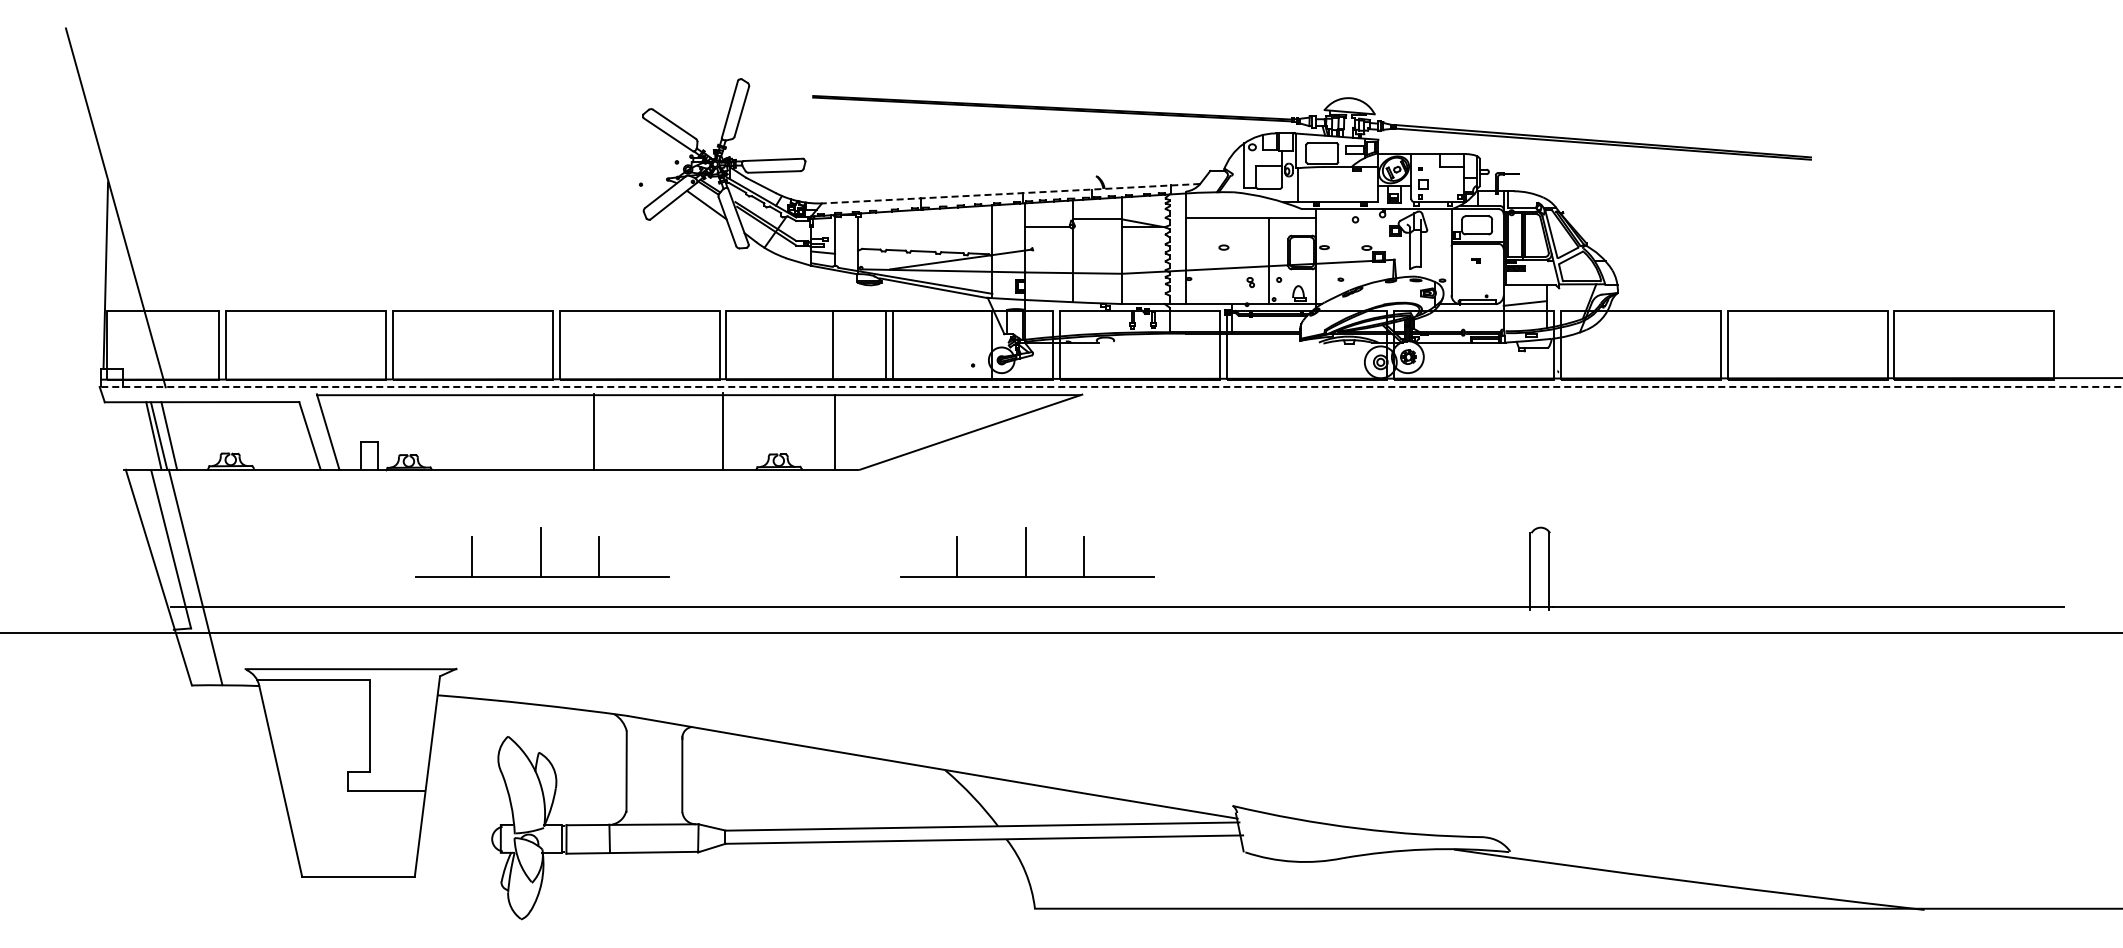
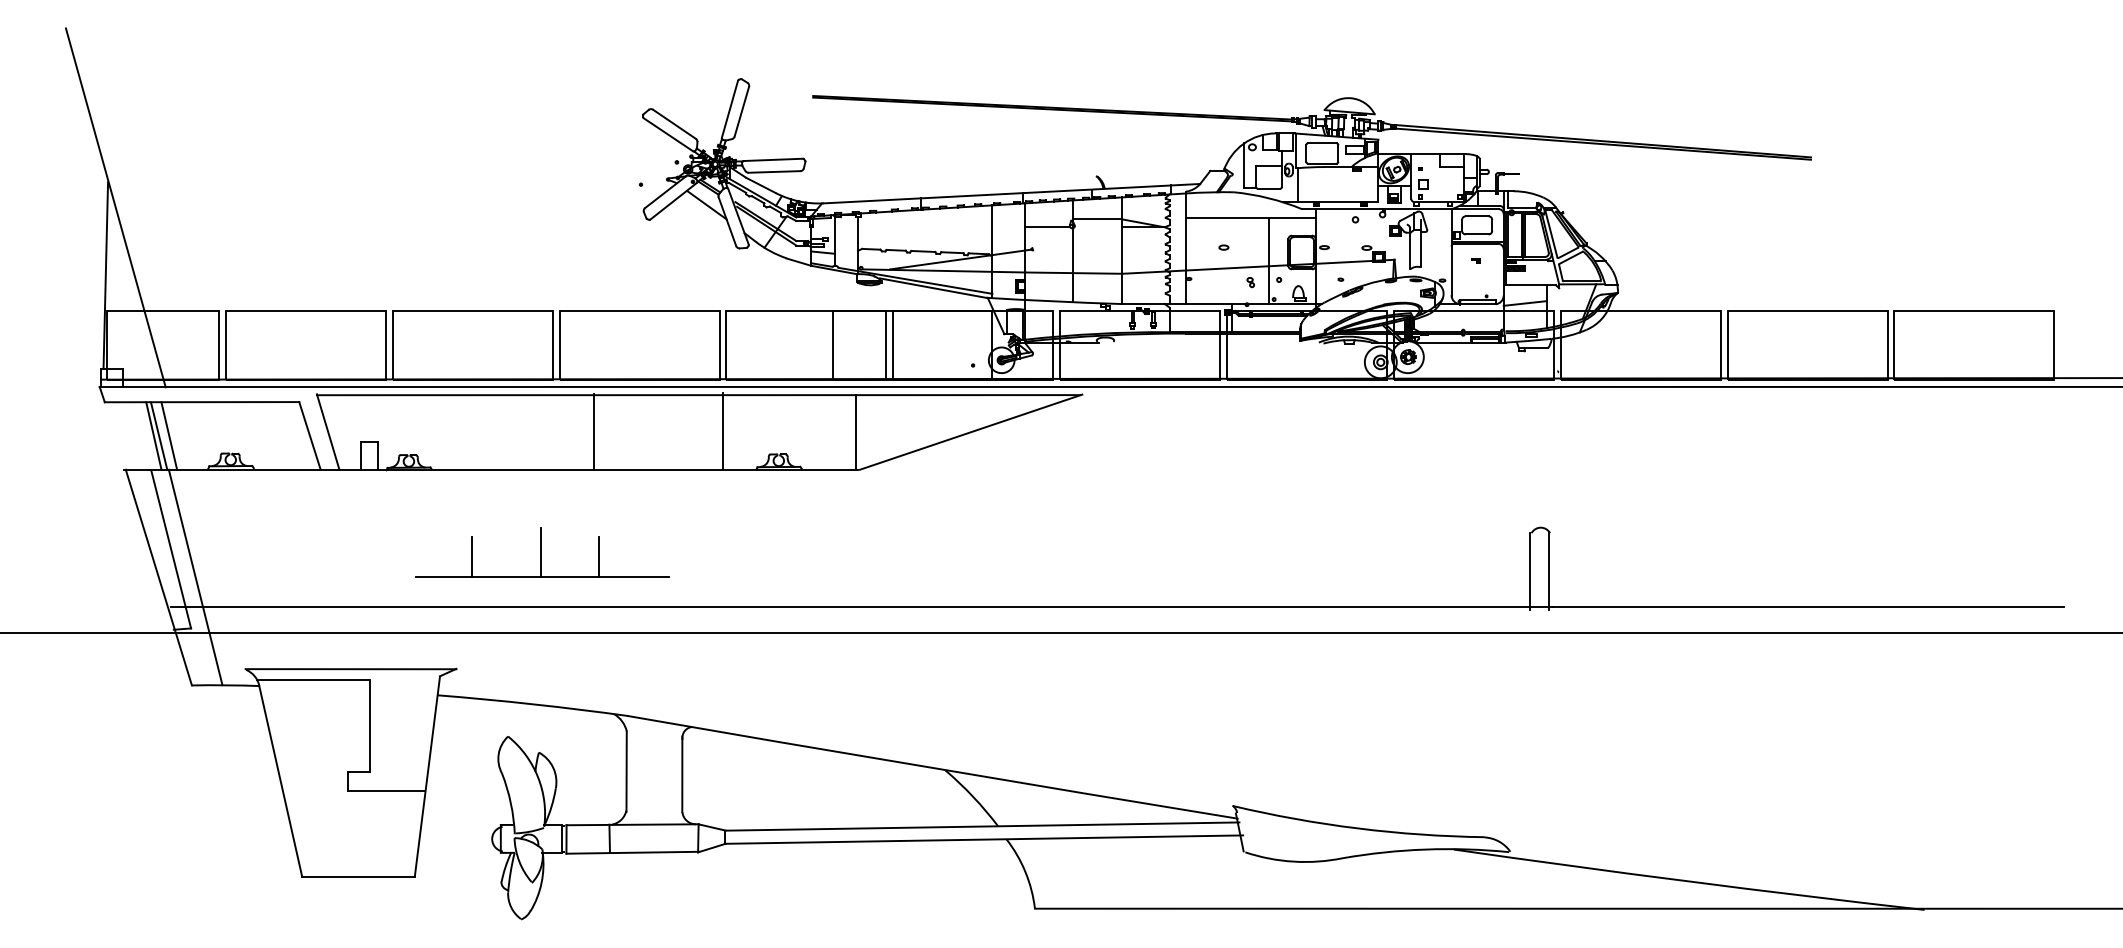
line at (1011, 193): dashed -> solid
line at (1110, 386): dashed -> solid
line at (834, 432) position: (834, 432) -> (855, 432)
part at (1027, 552): present -> none
